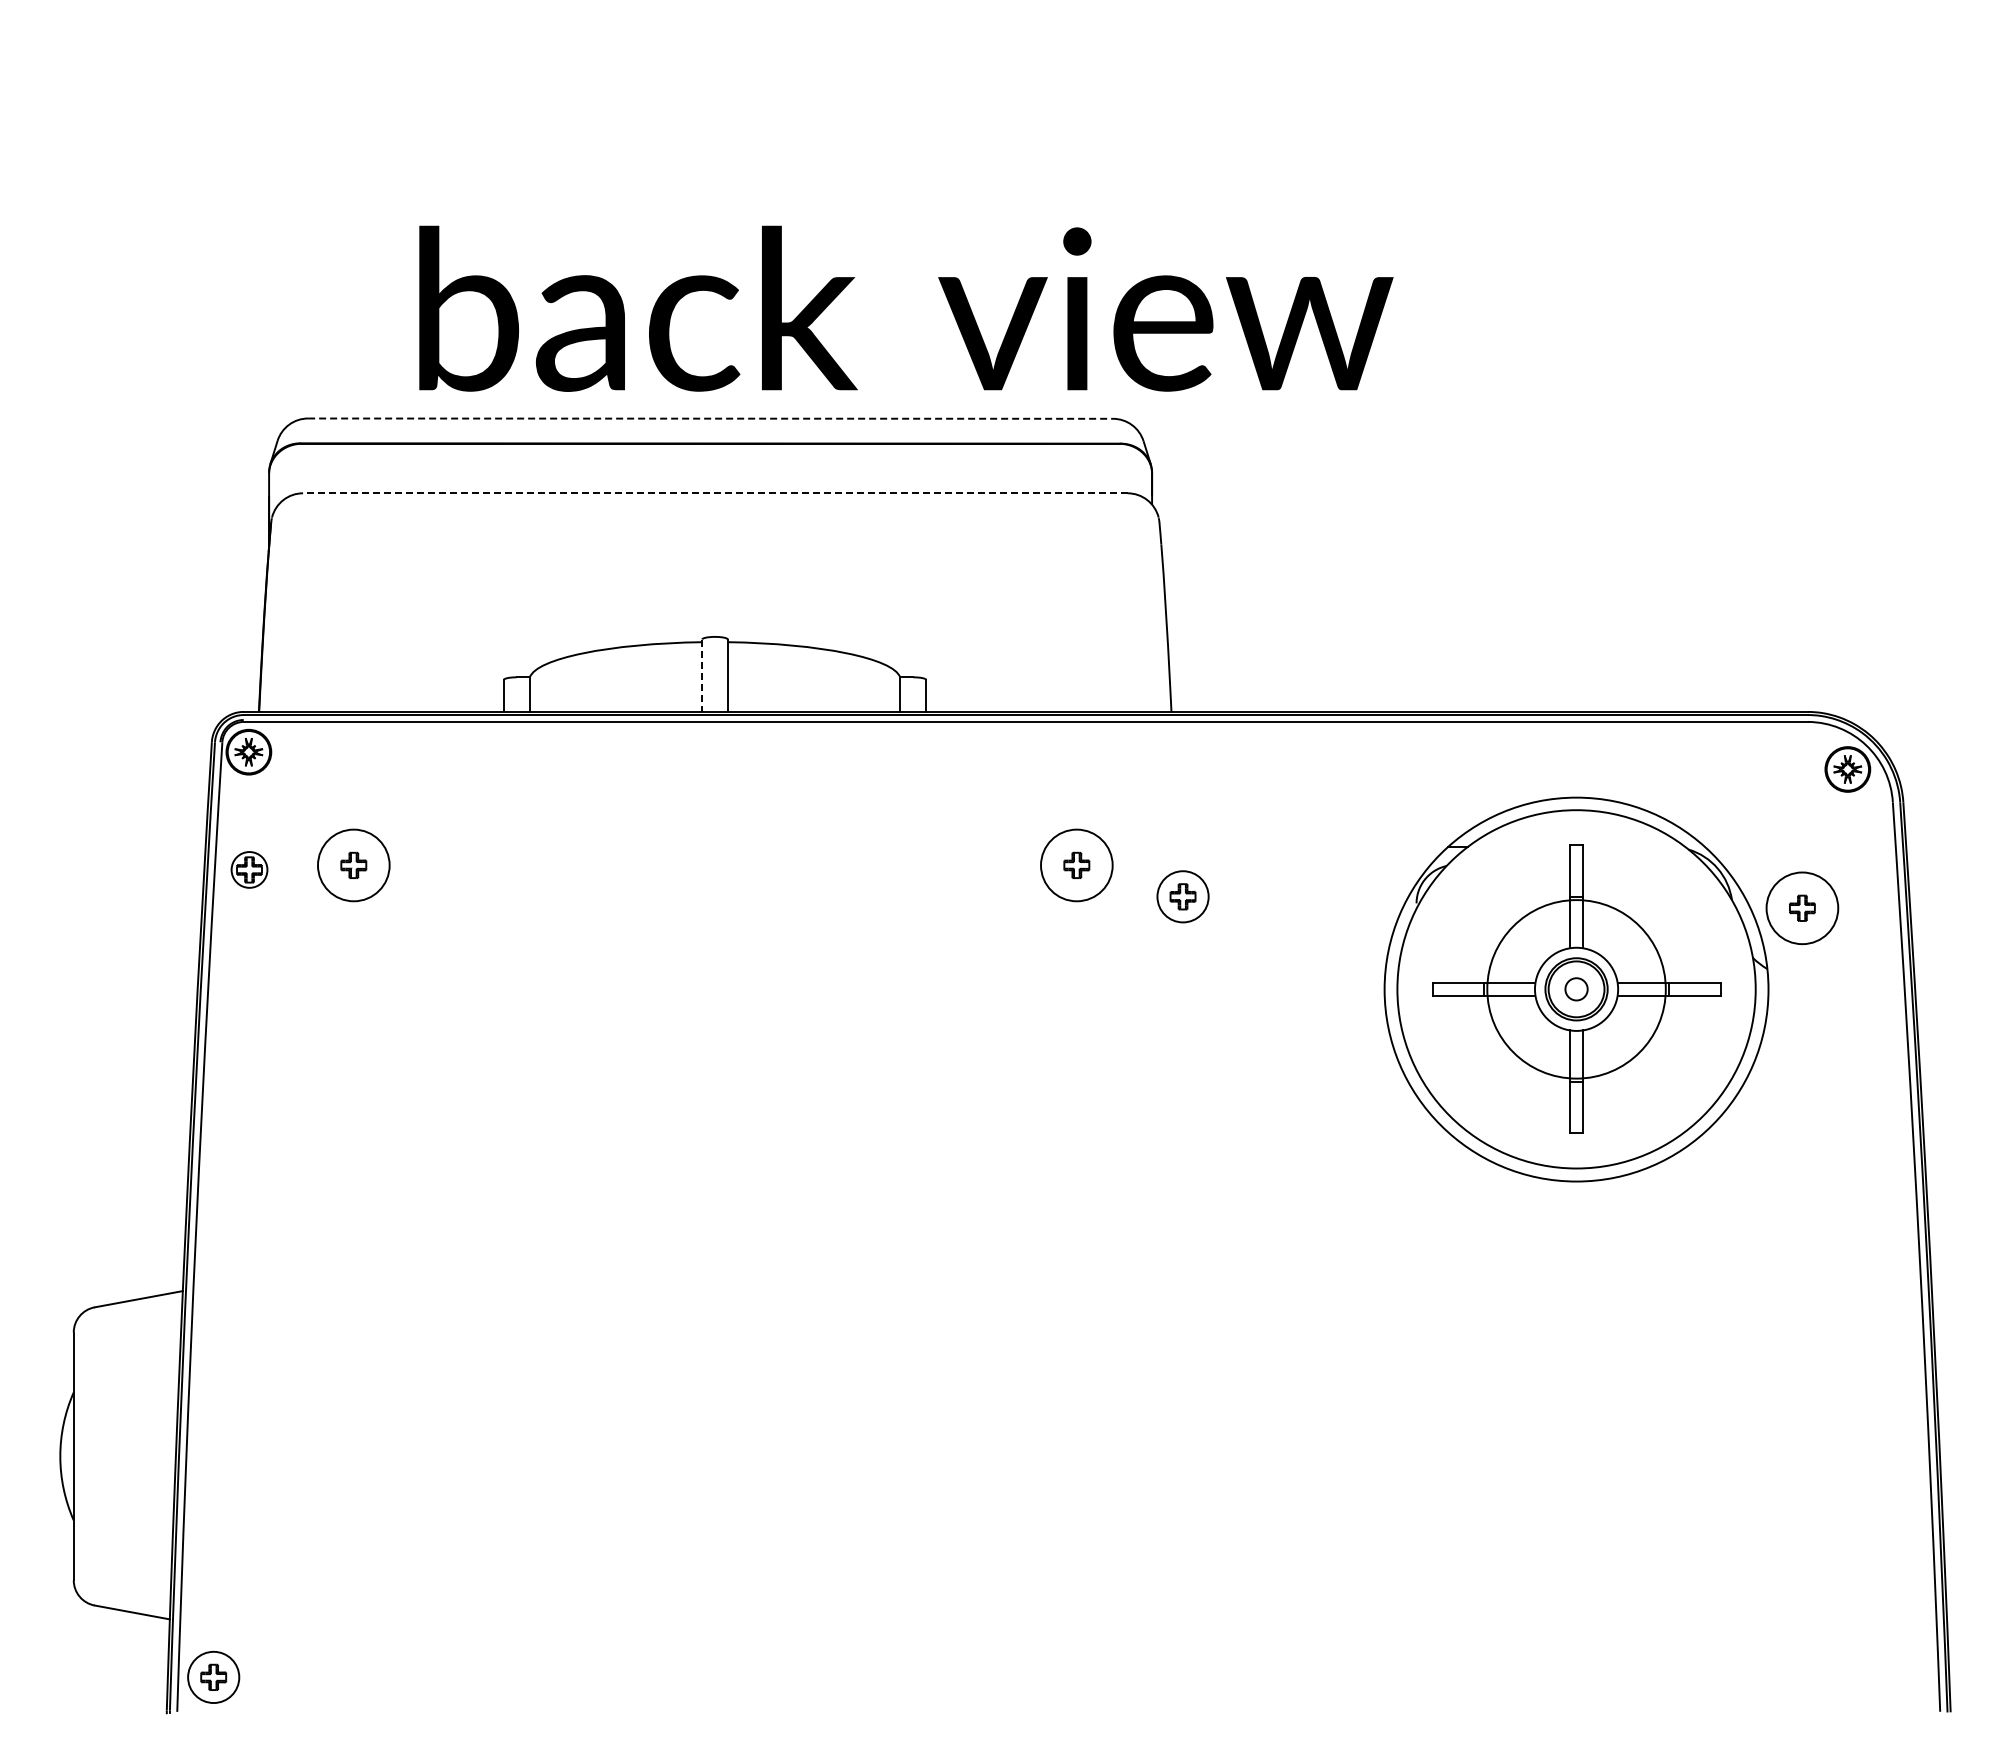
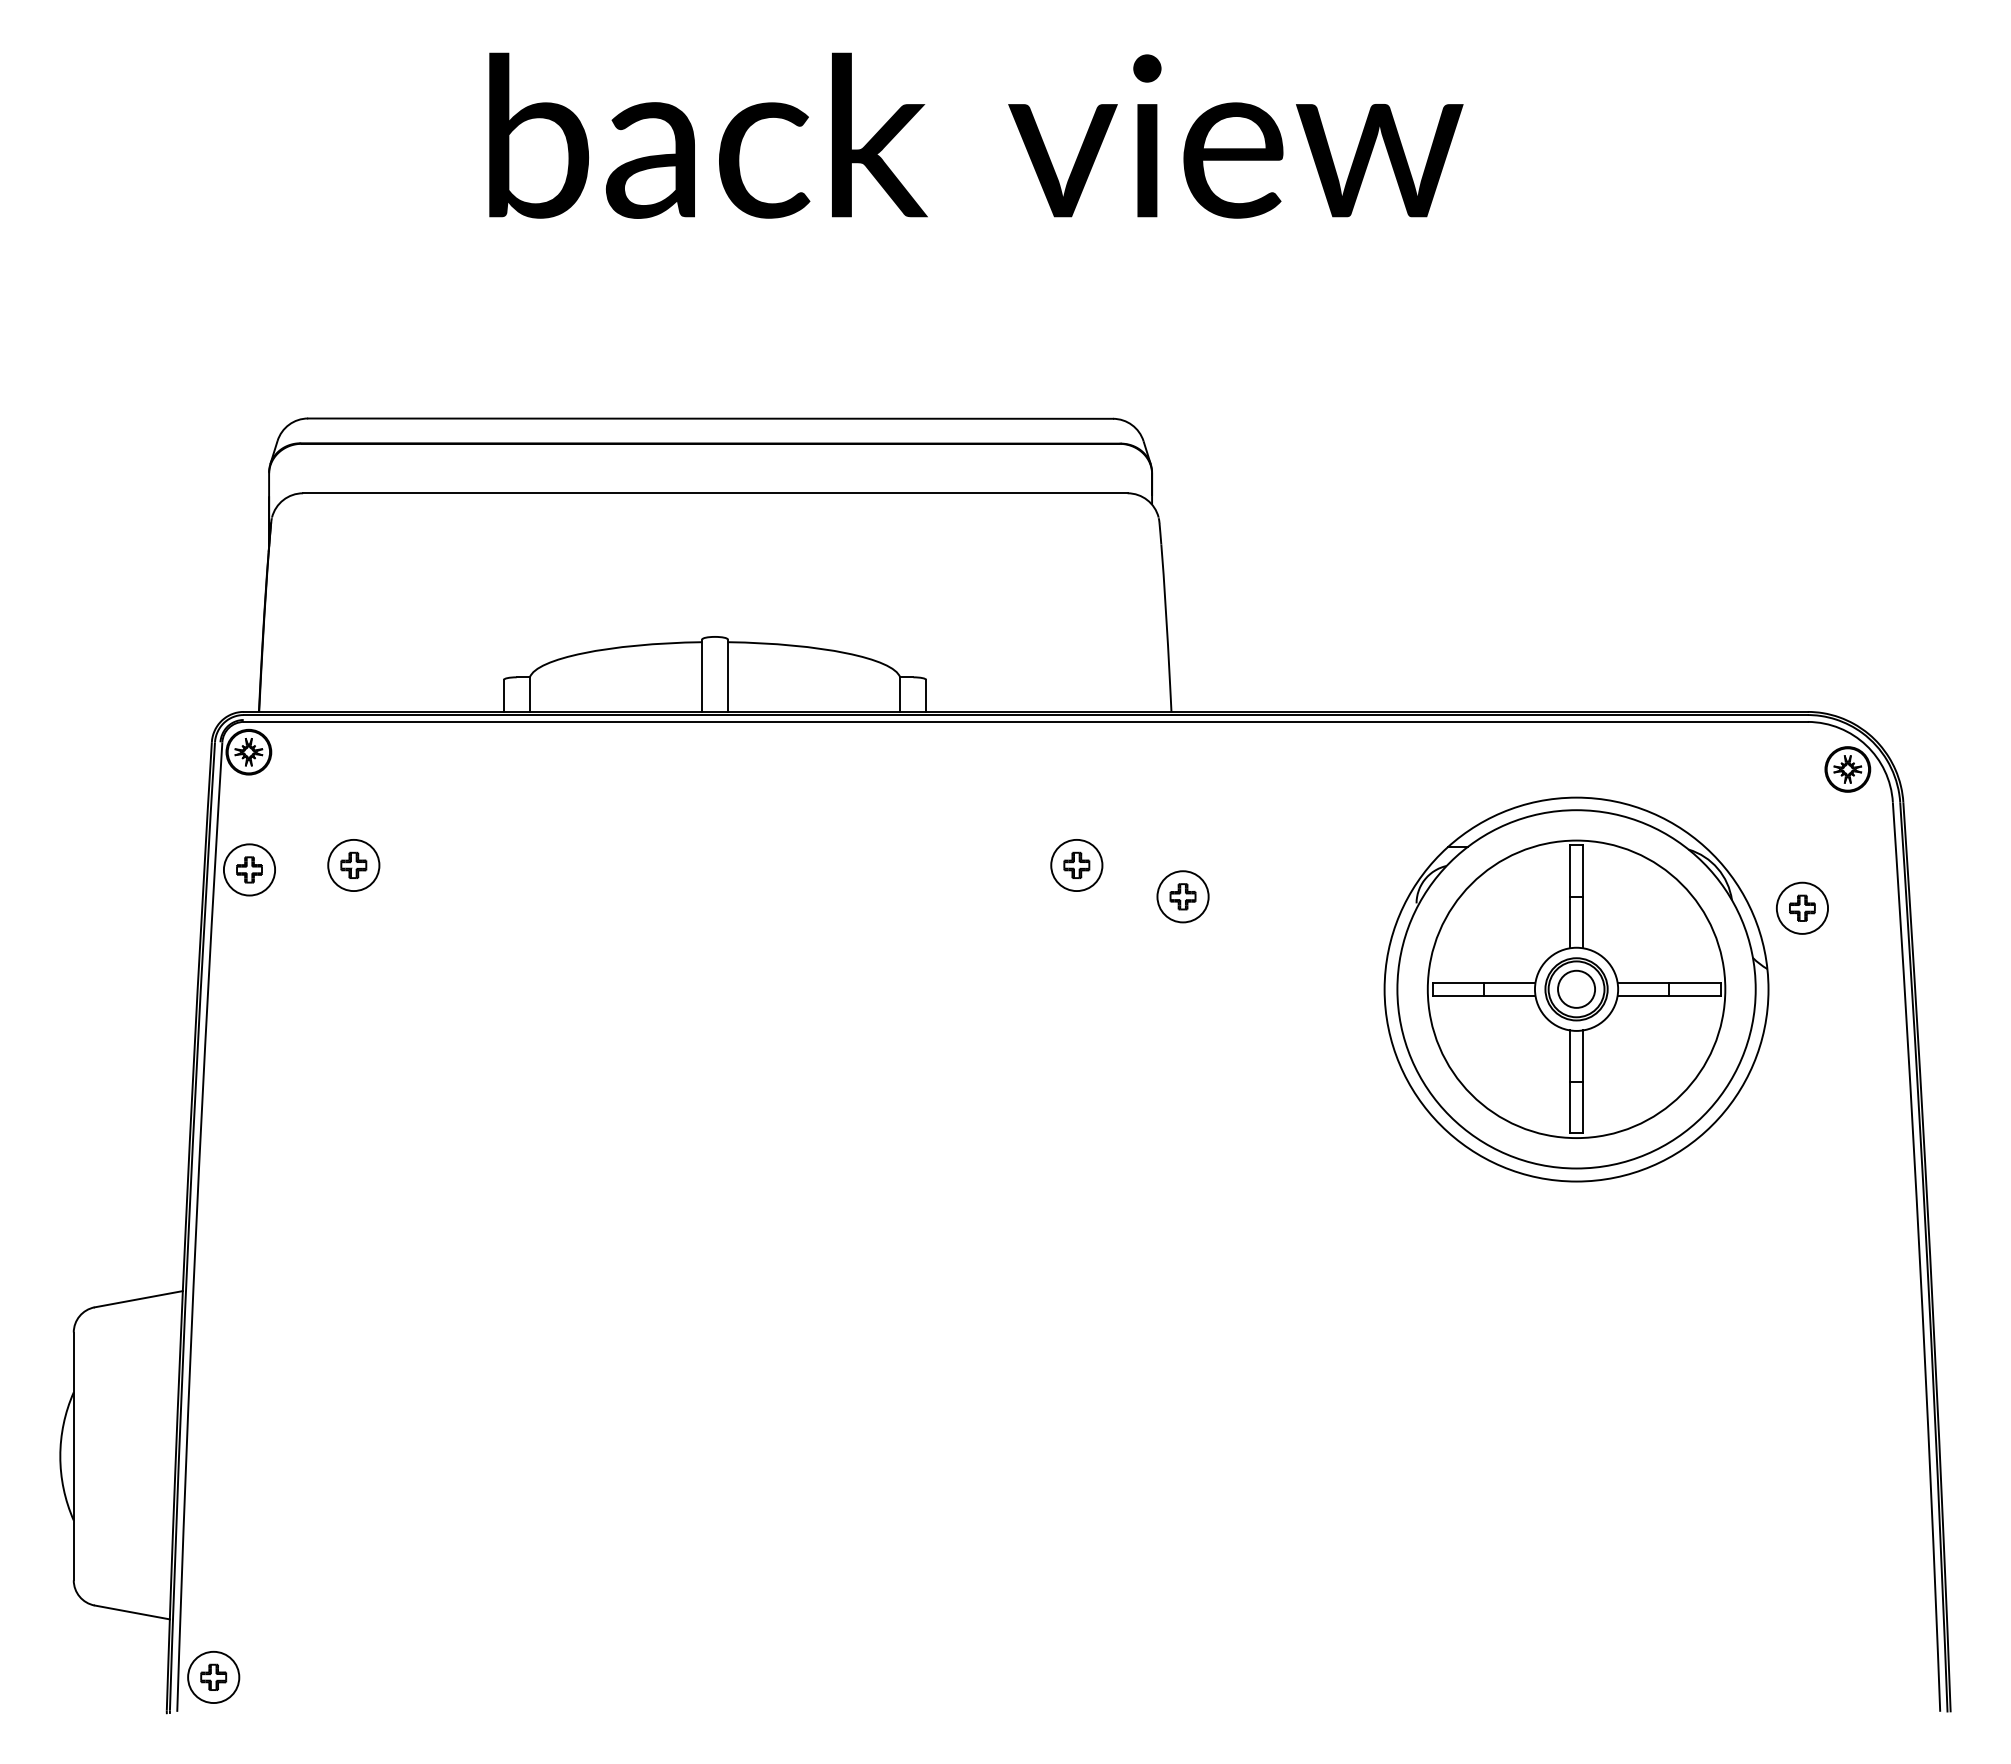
text at (906, 308) position: (906, 308) -> (976, 135)
line at (711, 418): dashed -> solid
line at (714, 493): dashed -> solid
line at (702, 676): dashed -> solid
circle at (353, 865) diameter: 72 px -> 51 px
circle at (1076, 865) diameter: 72 px -> 51 px
circle at (249, 869) diameter: 36 px -> 51 px
circle at (1802, 908) diameter: 72 px -> 51 px
circle at (1576, 989) diameter: 179 px -> 298 px
circle at (1576, 989) diameter: 22 px -> 37 px
